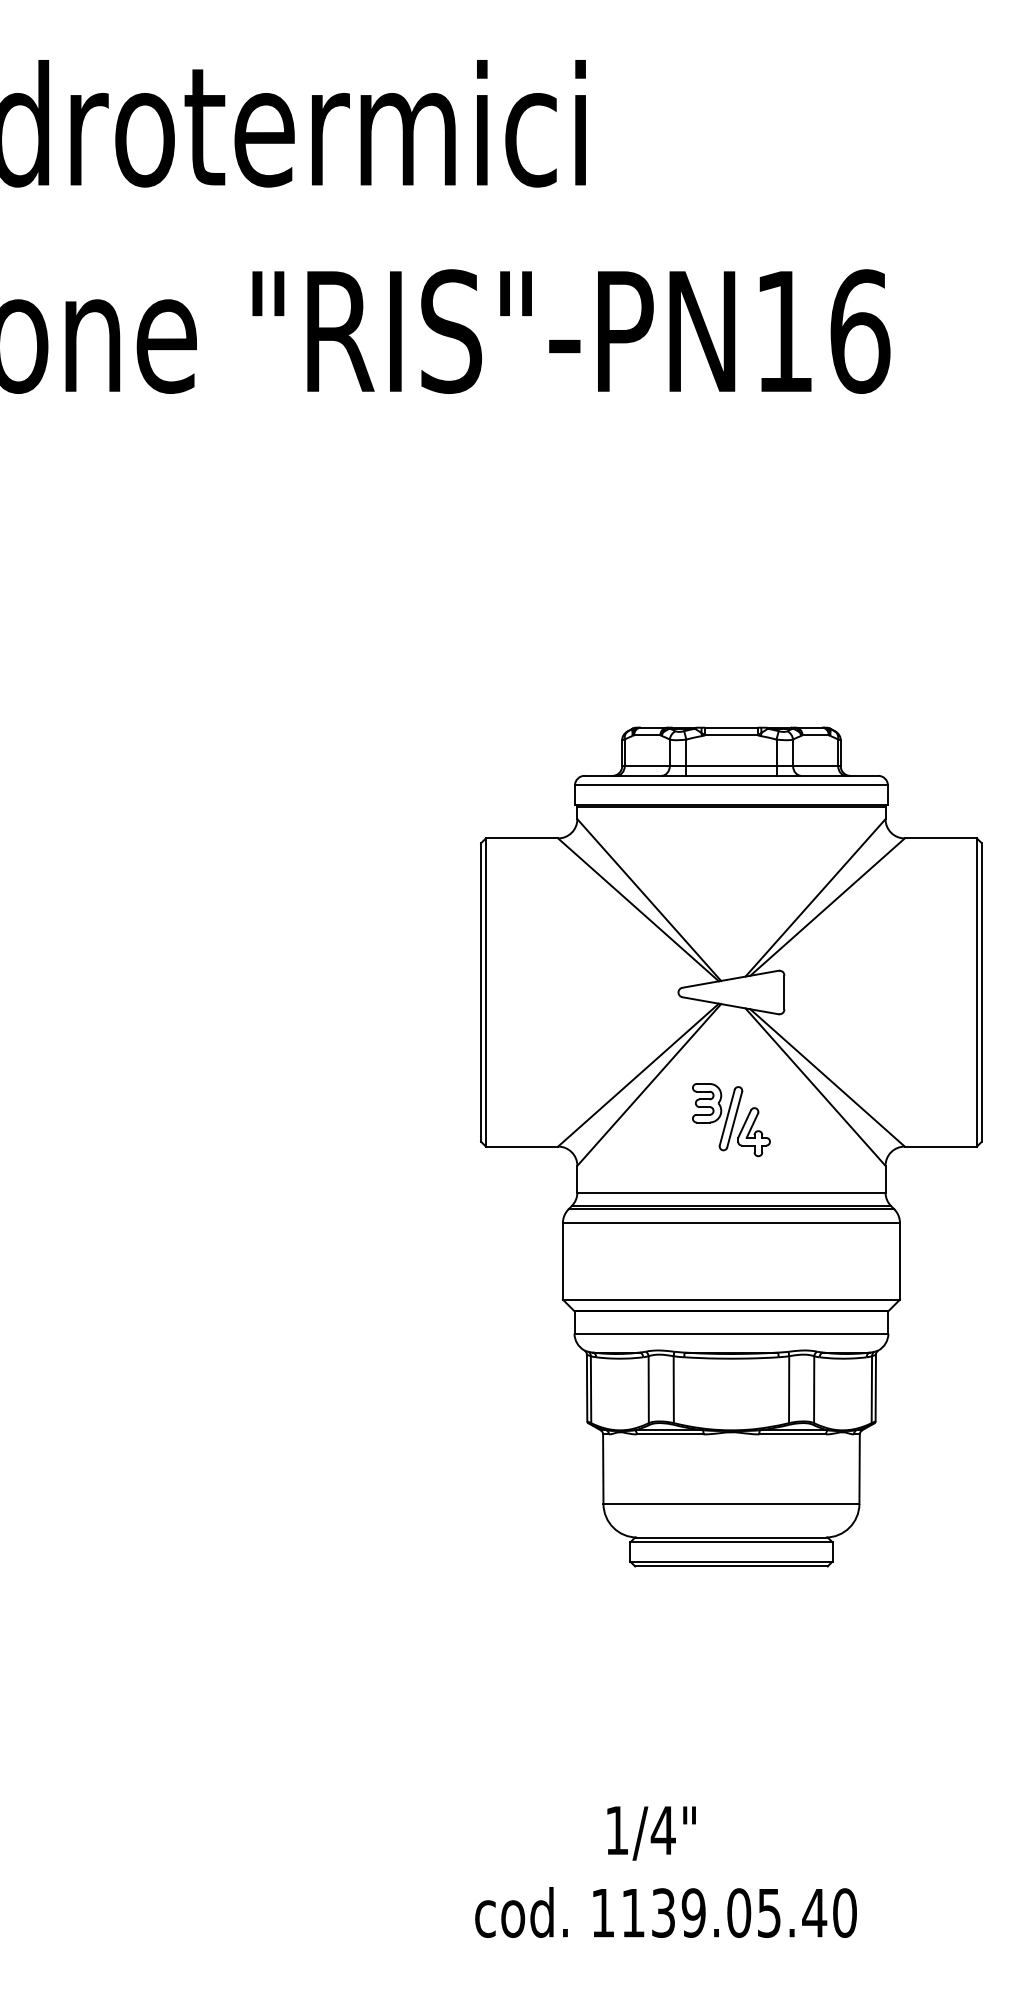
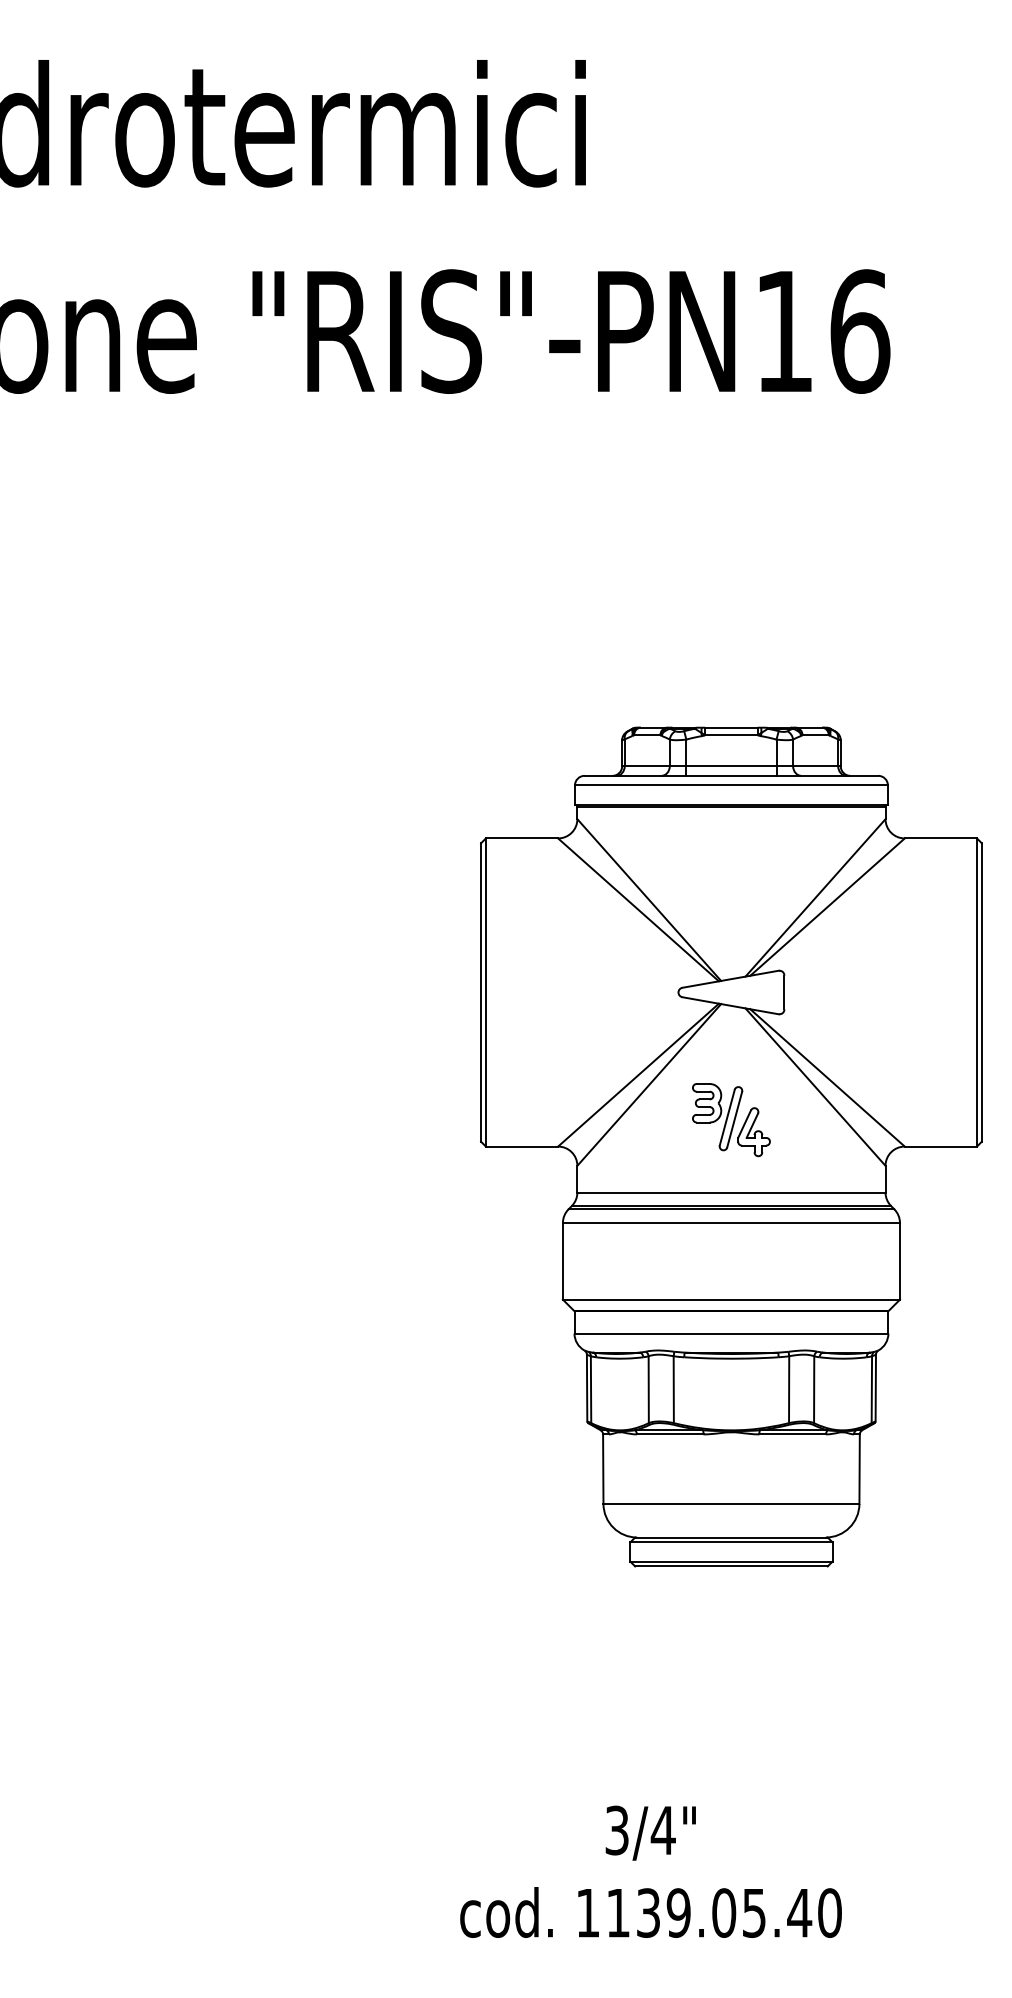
text at (616, 1830): 1/4" -> 3/4"
text at (665, 1912) position: (665, 1912) -> (650, 1912)
